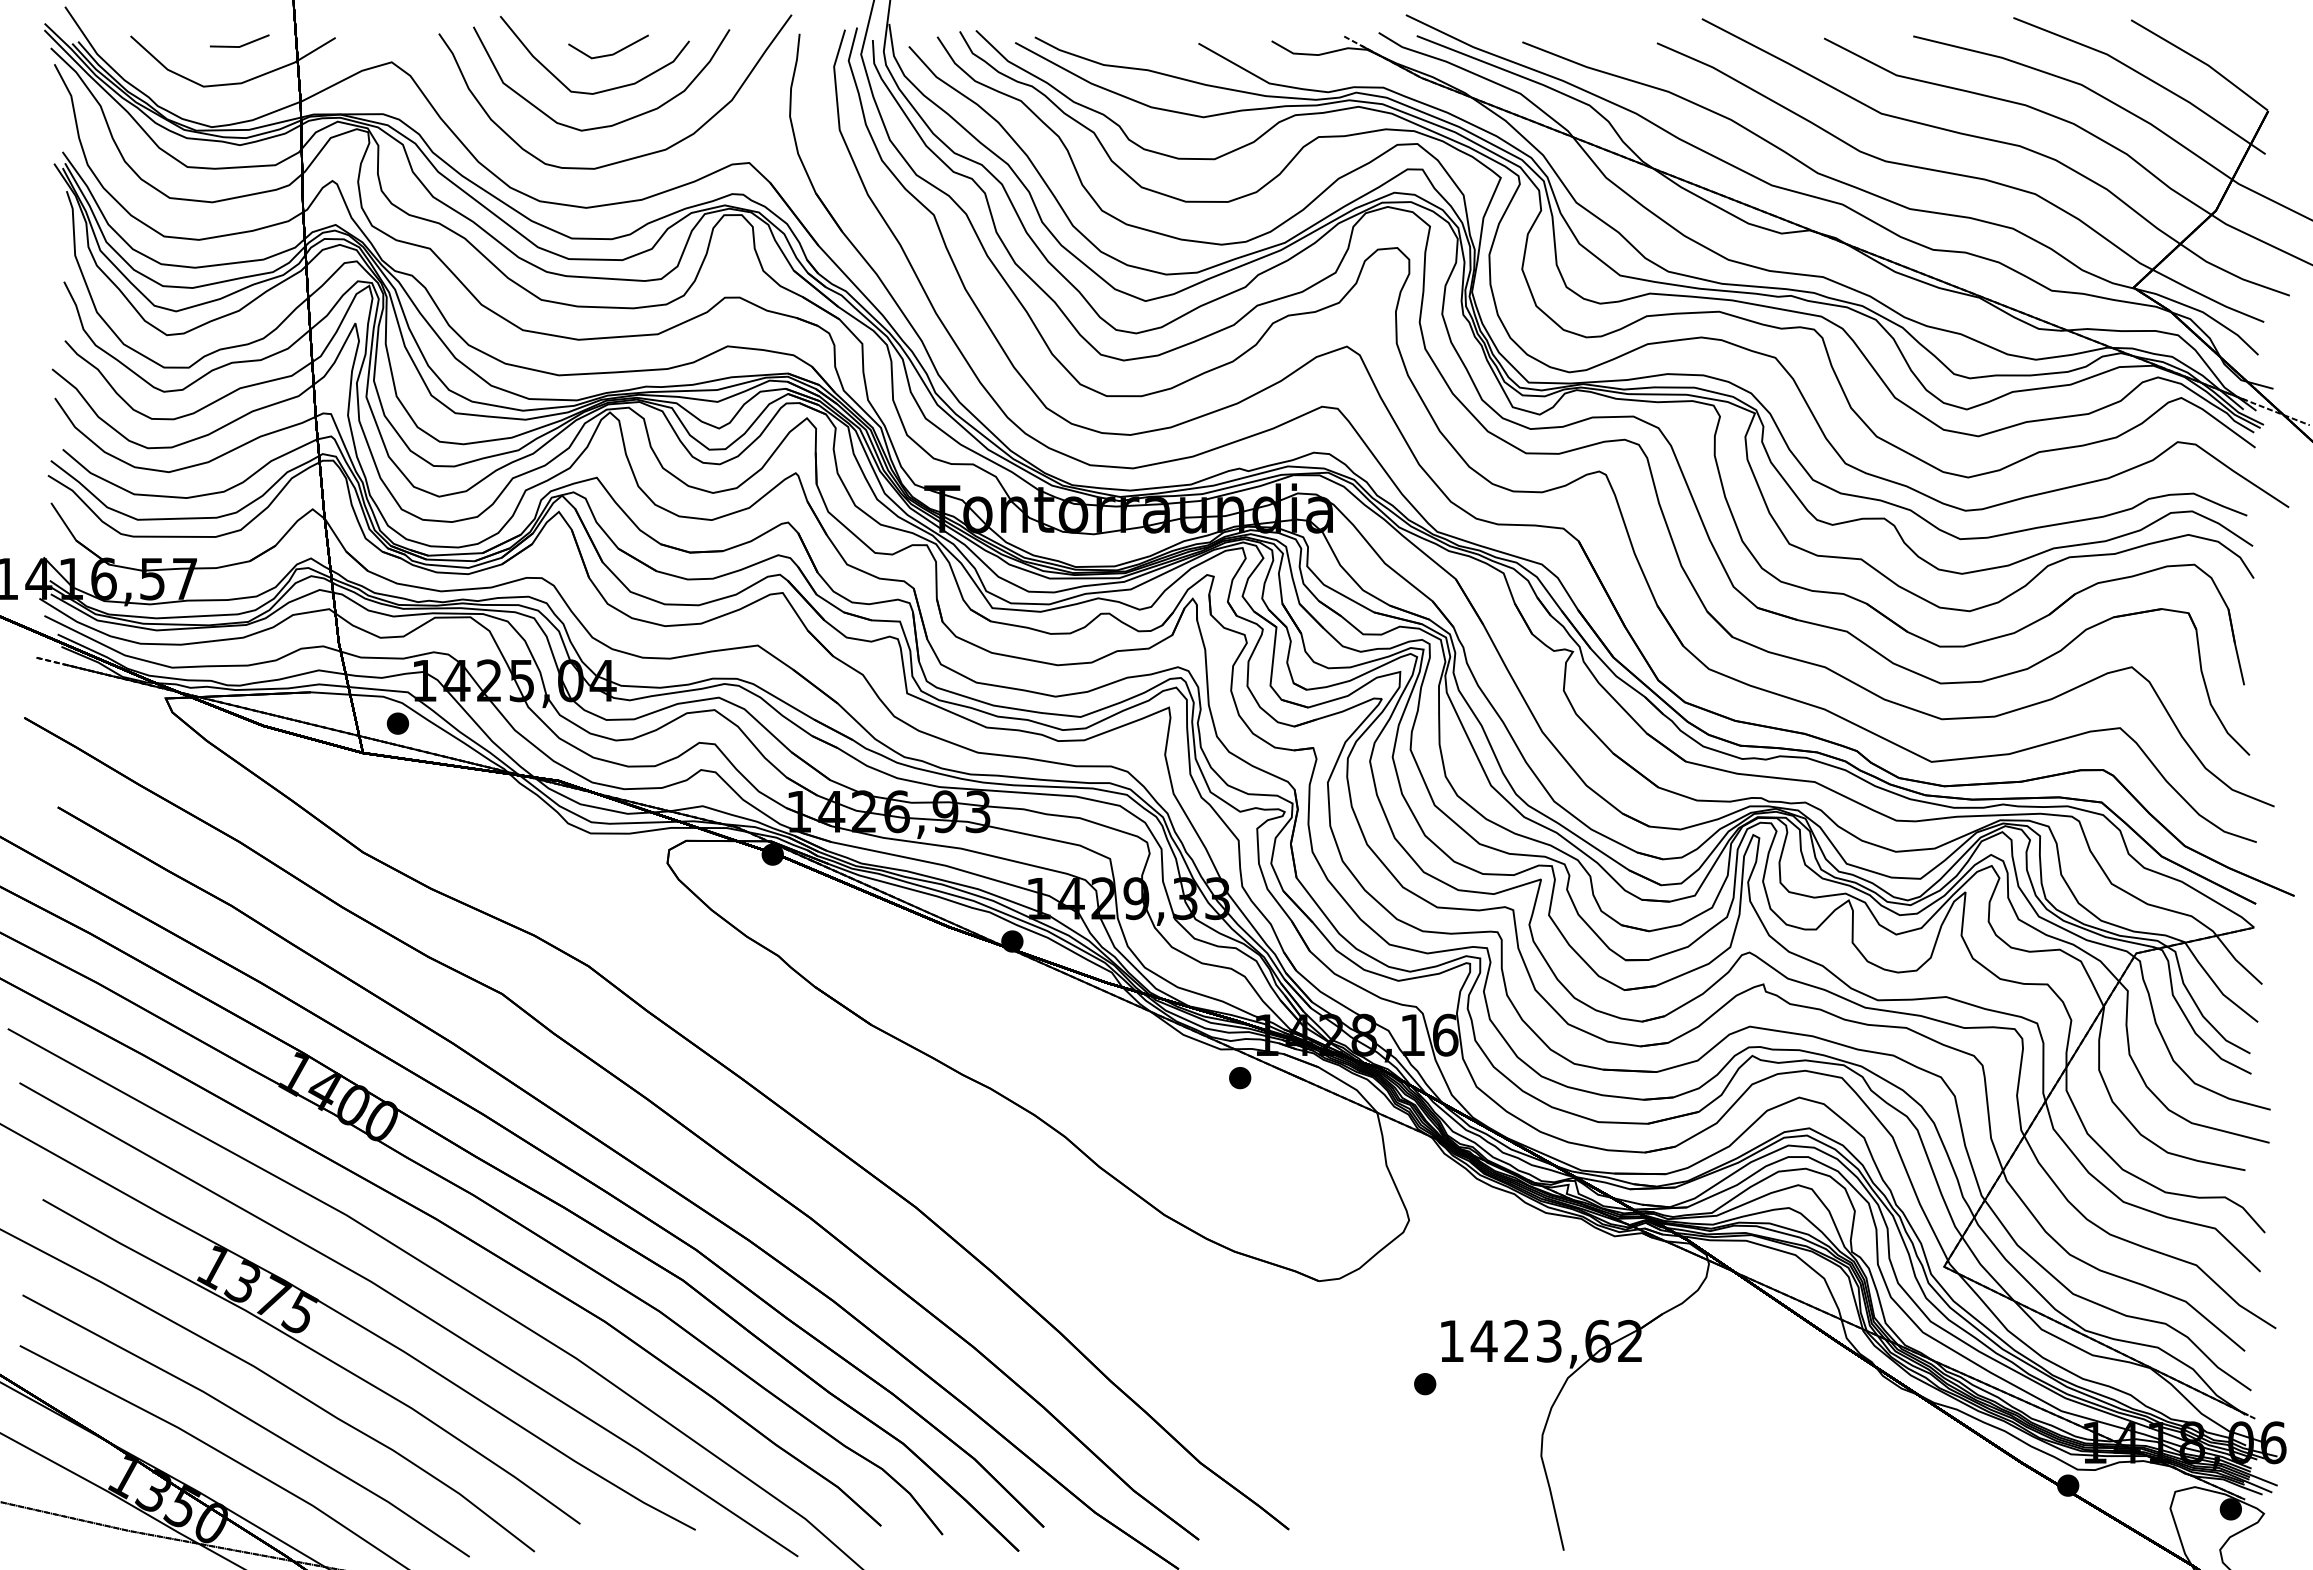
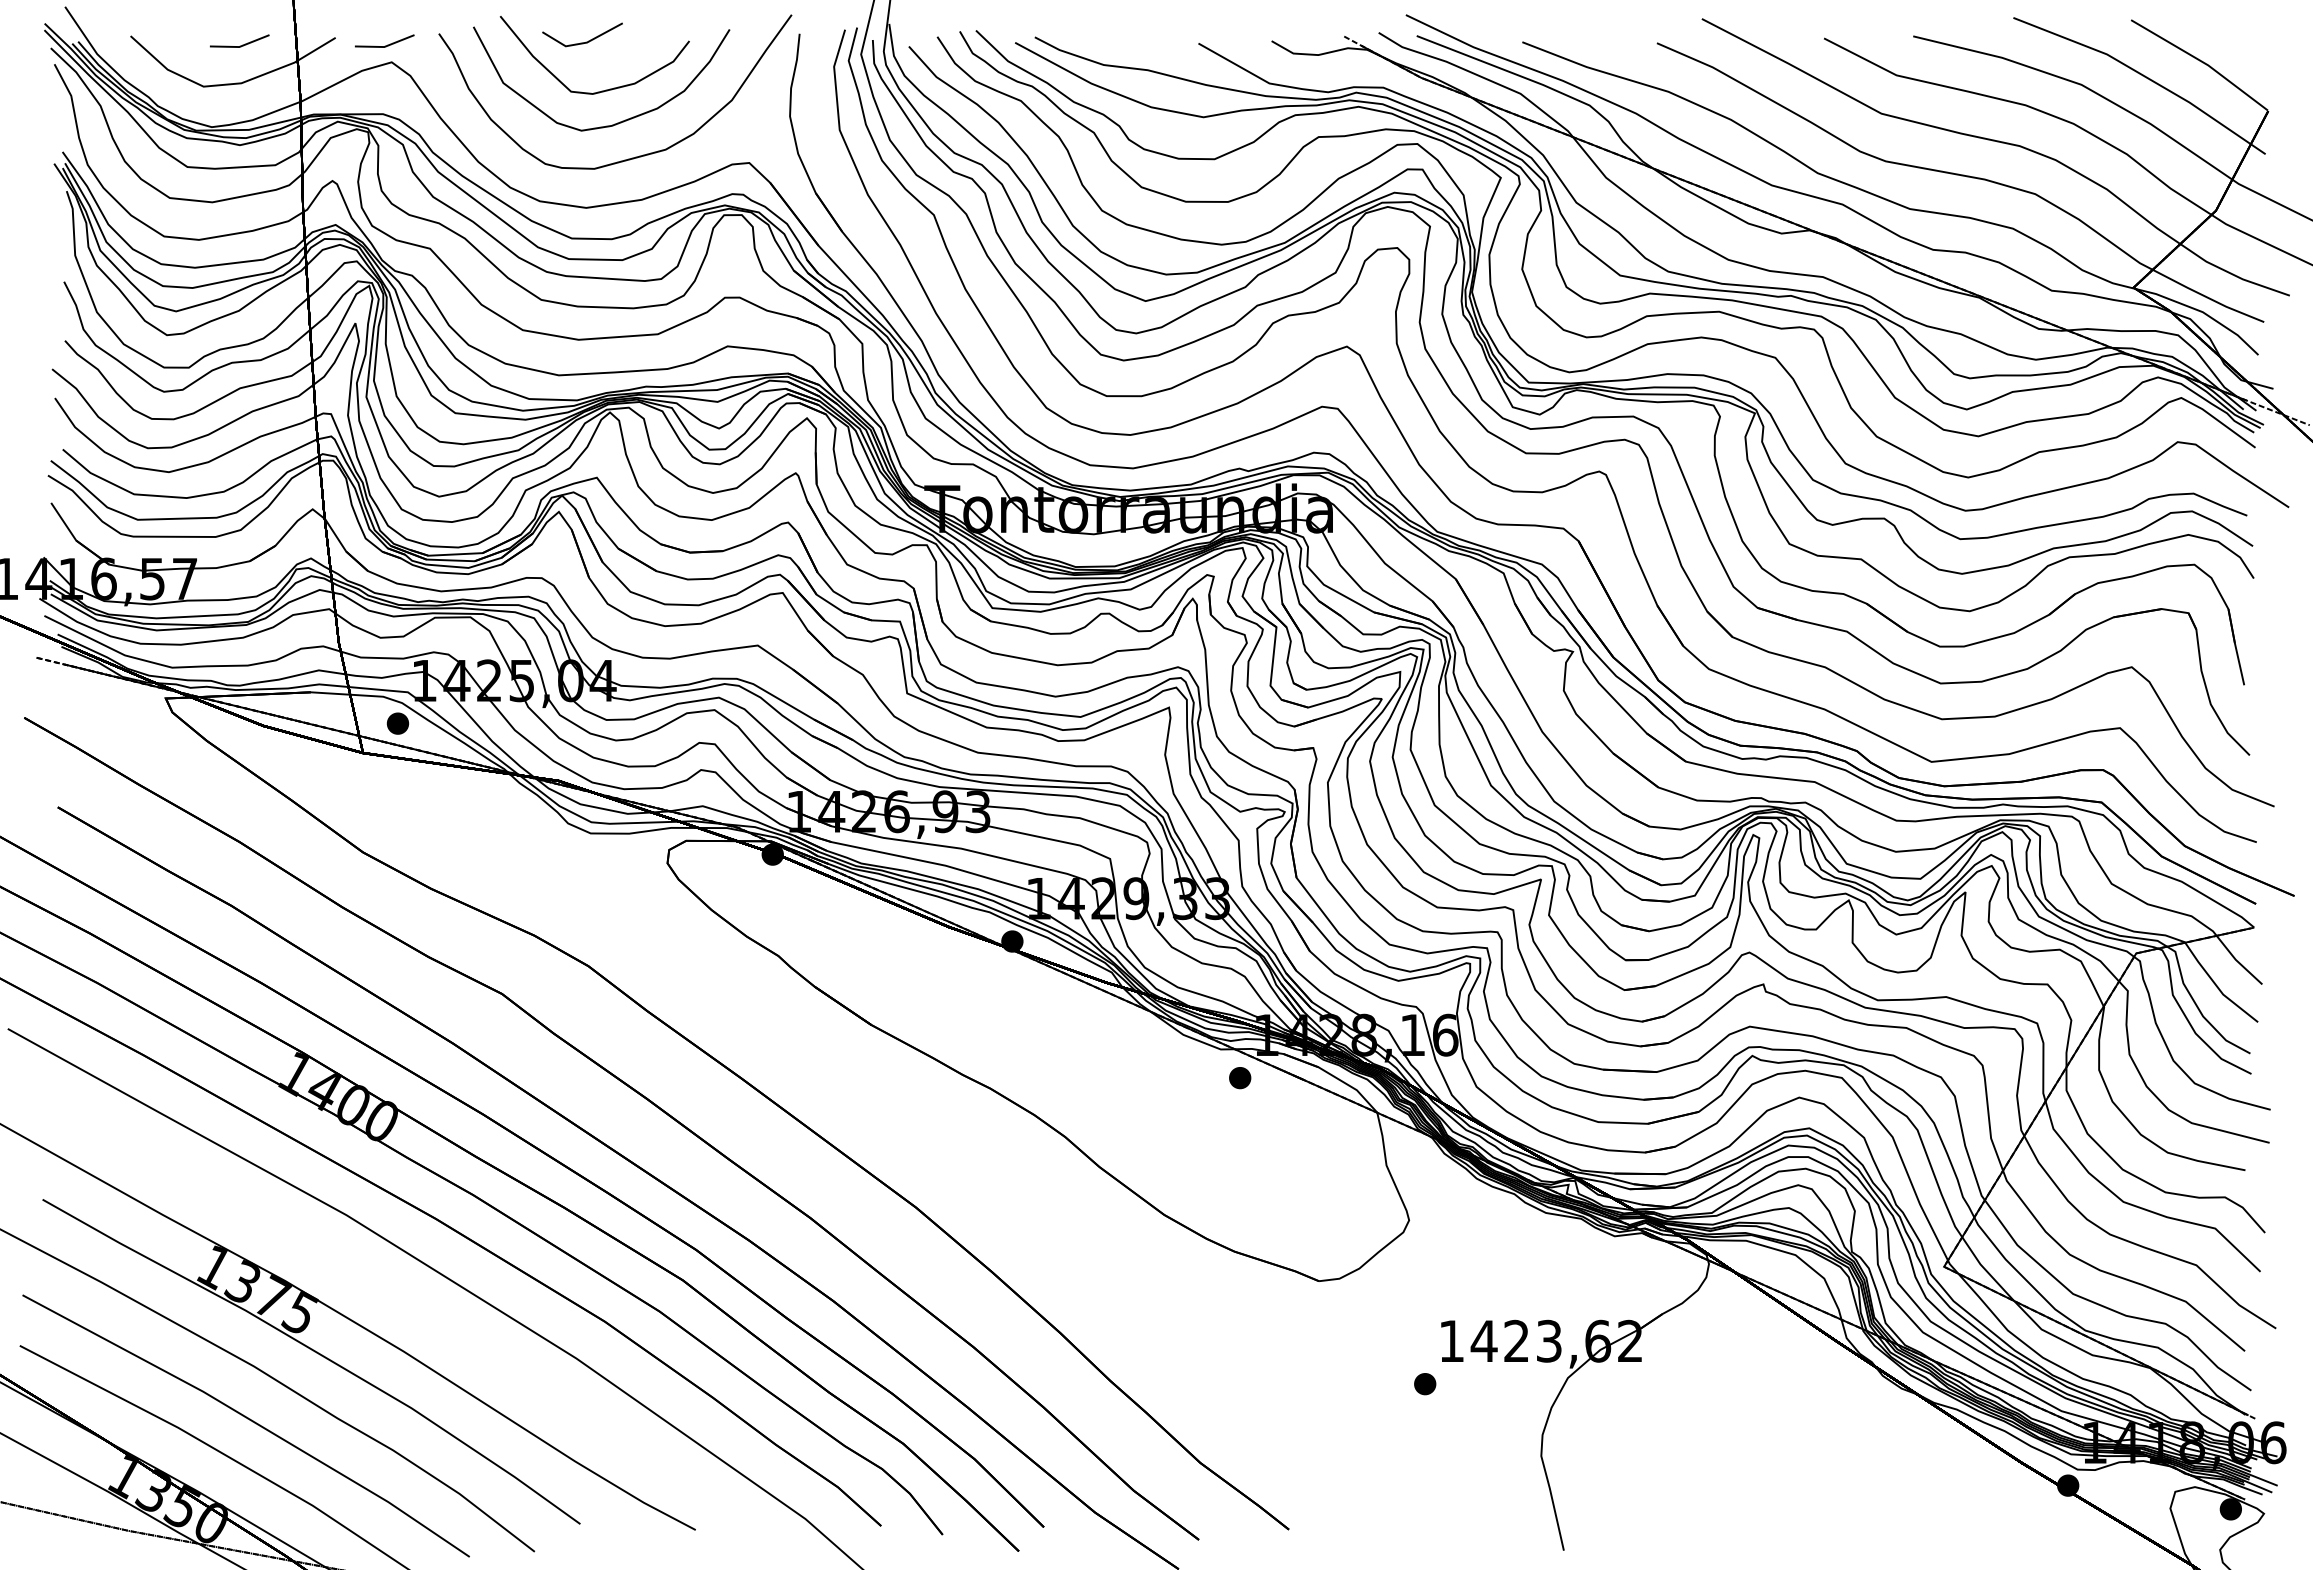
line at (387, 44): none -> present
line at (608, 54) position: (608, 54) -> (582, 42)
line at (414, 1310): present -> none
